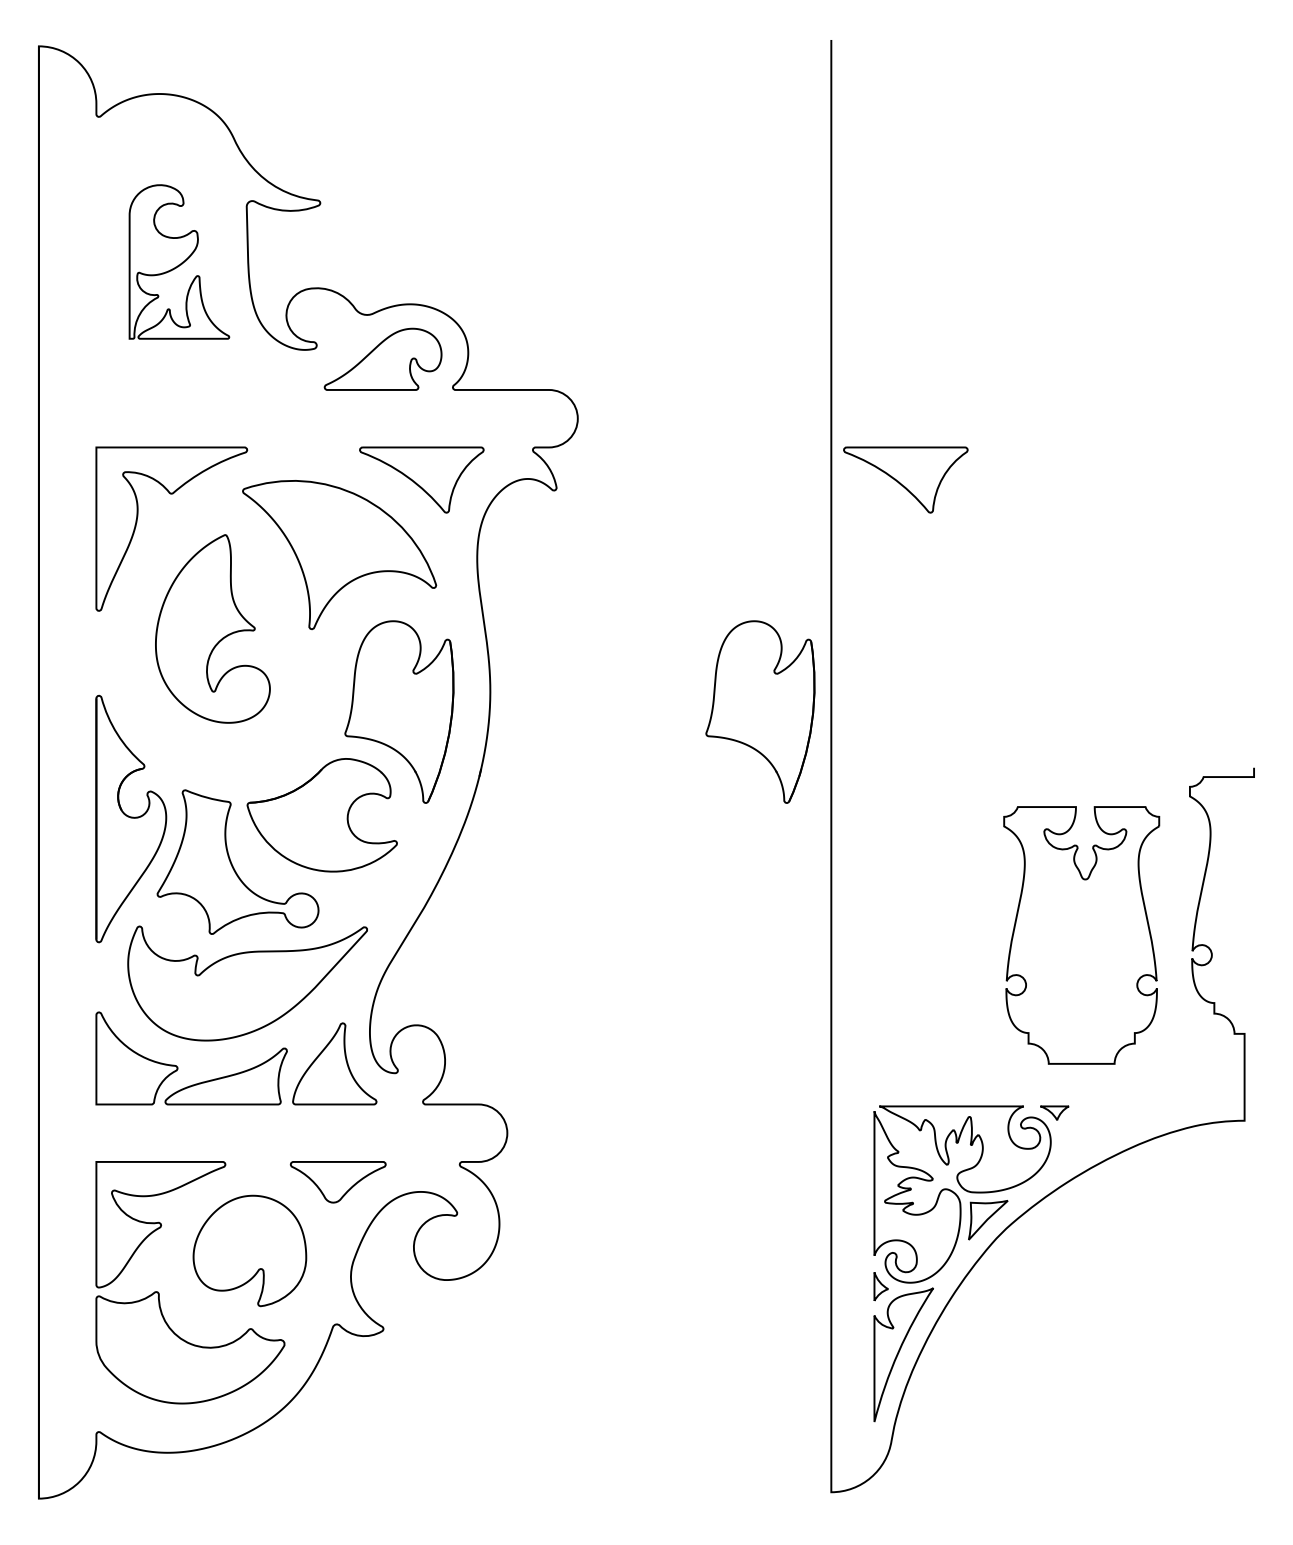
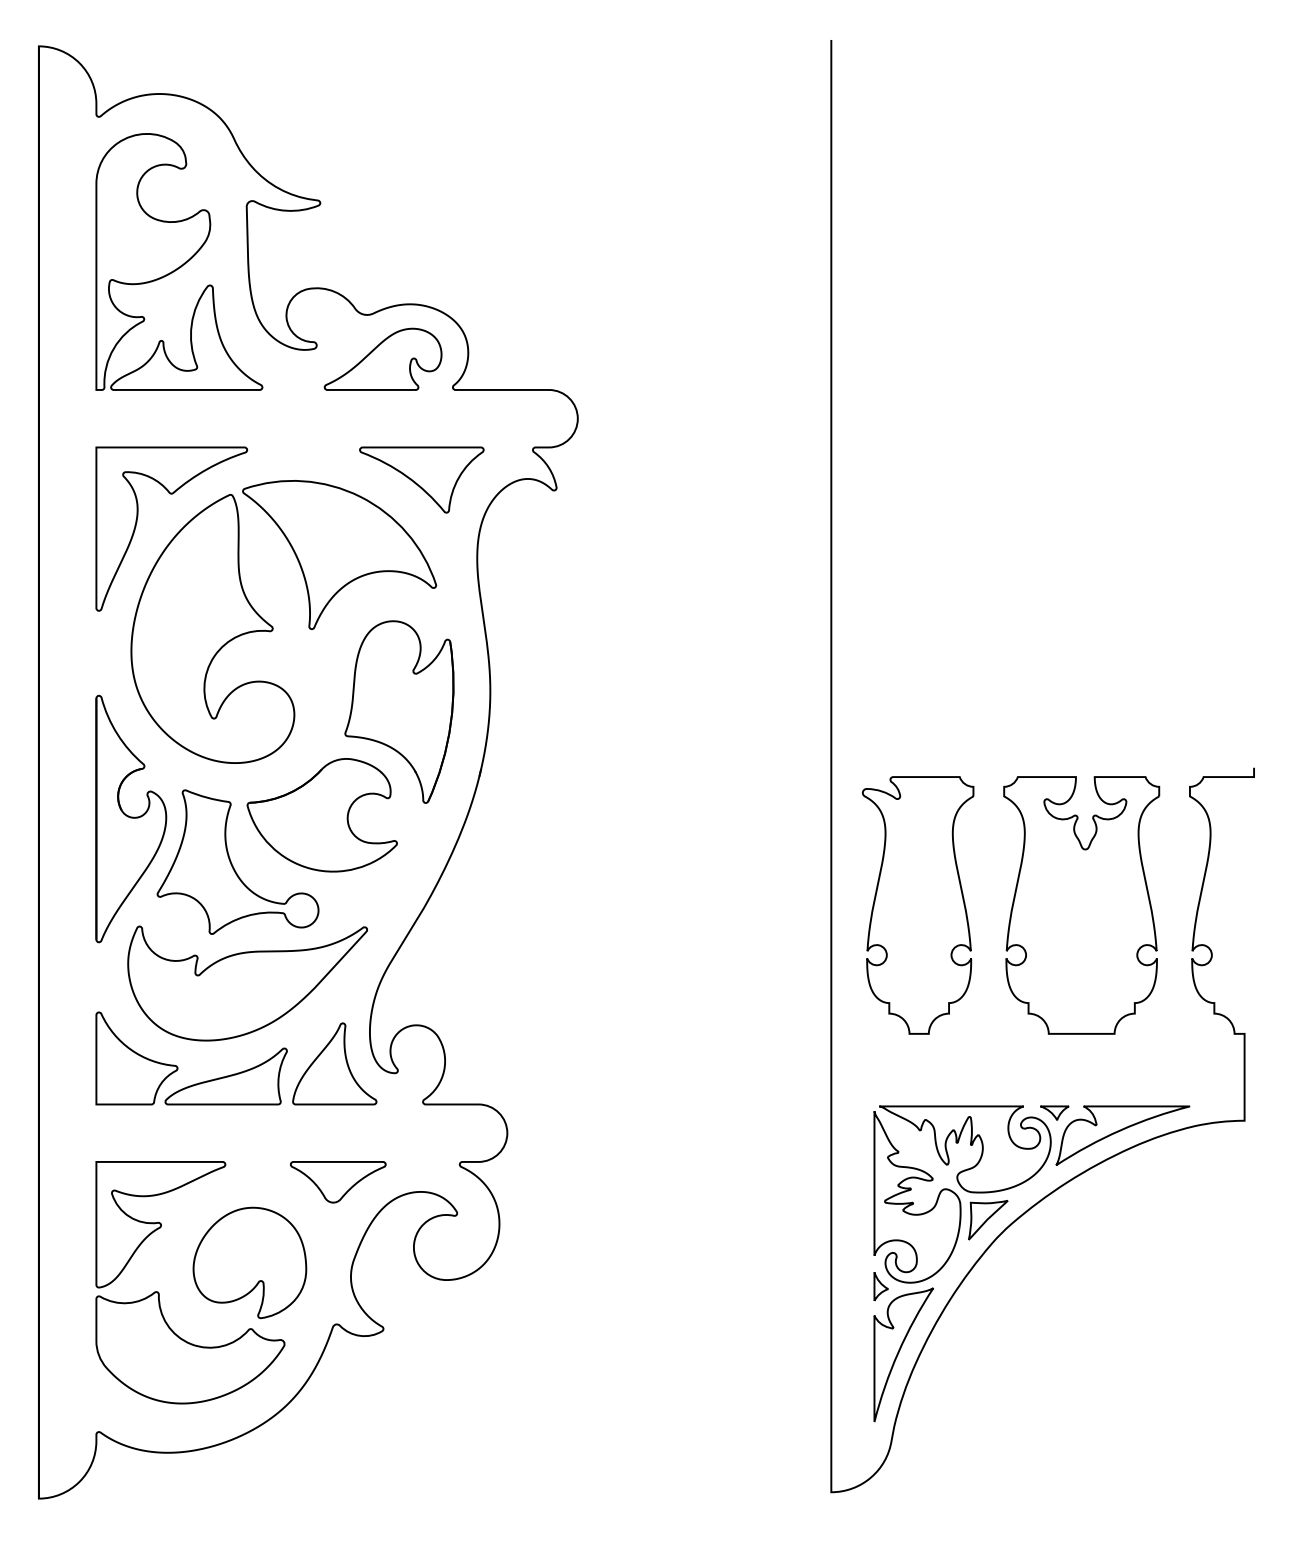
part at (179, 261) size: 103x156 px -> 169x258 px
part at (905, 479): present -> none
part at (212, 628) size: 116x190 px -> 166x270 px
part at (760, 711): present -> none
part at (918, 905): none -> present
part at (1081, 935) position: (1081, 935) -> (1081, 905)
part at (1122, 1135): none -> present
part at (249, 1250) position: (249, 1250) -> (249, 1262)
